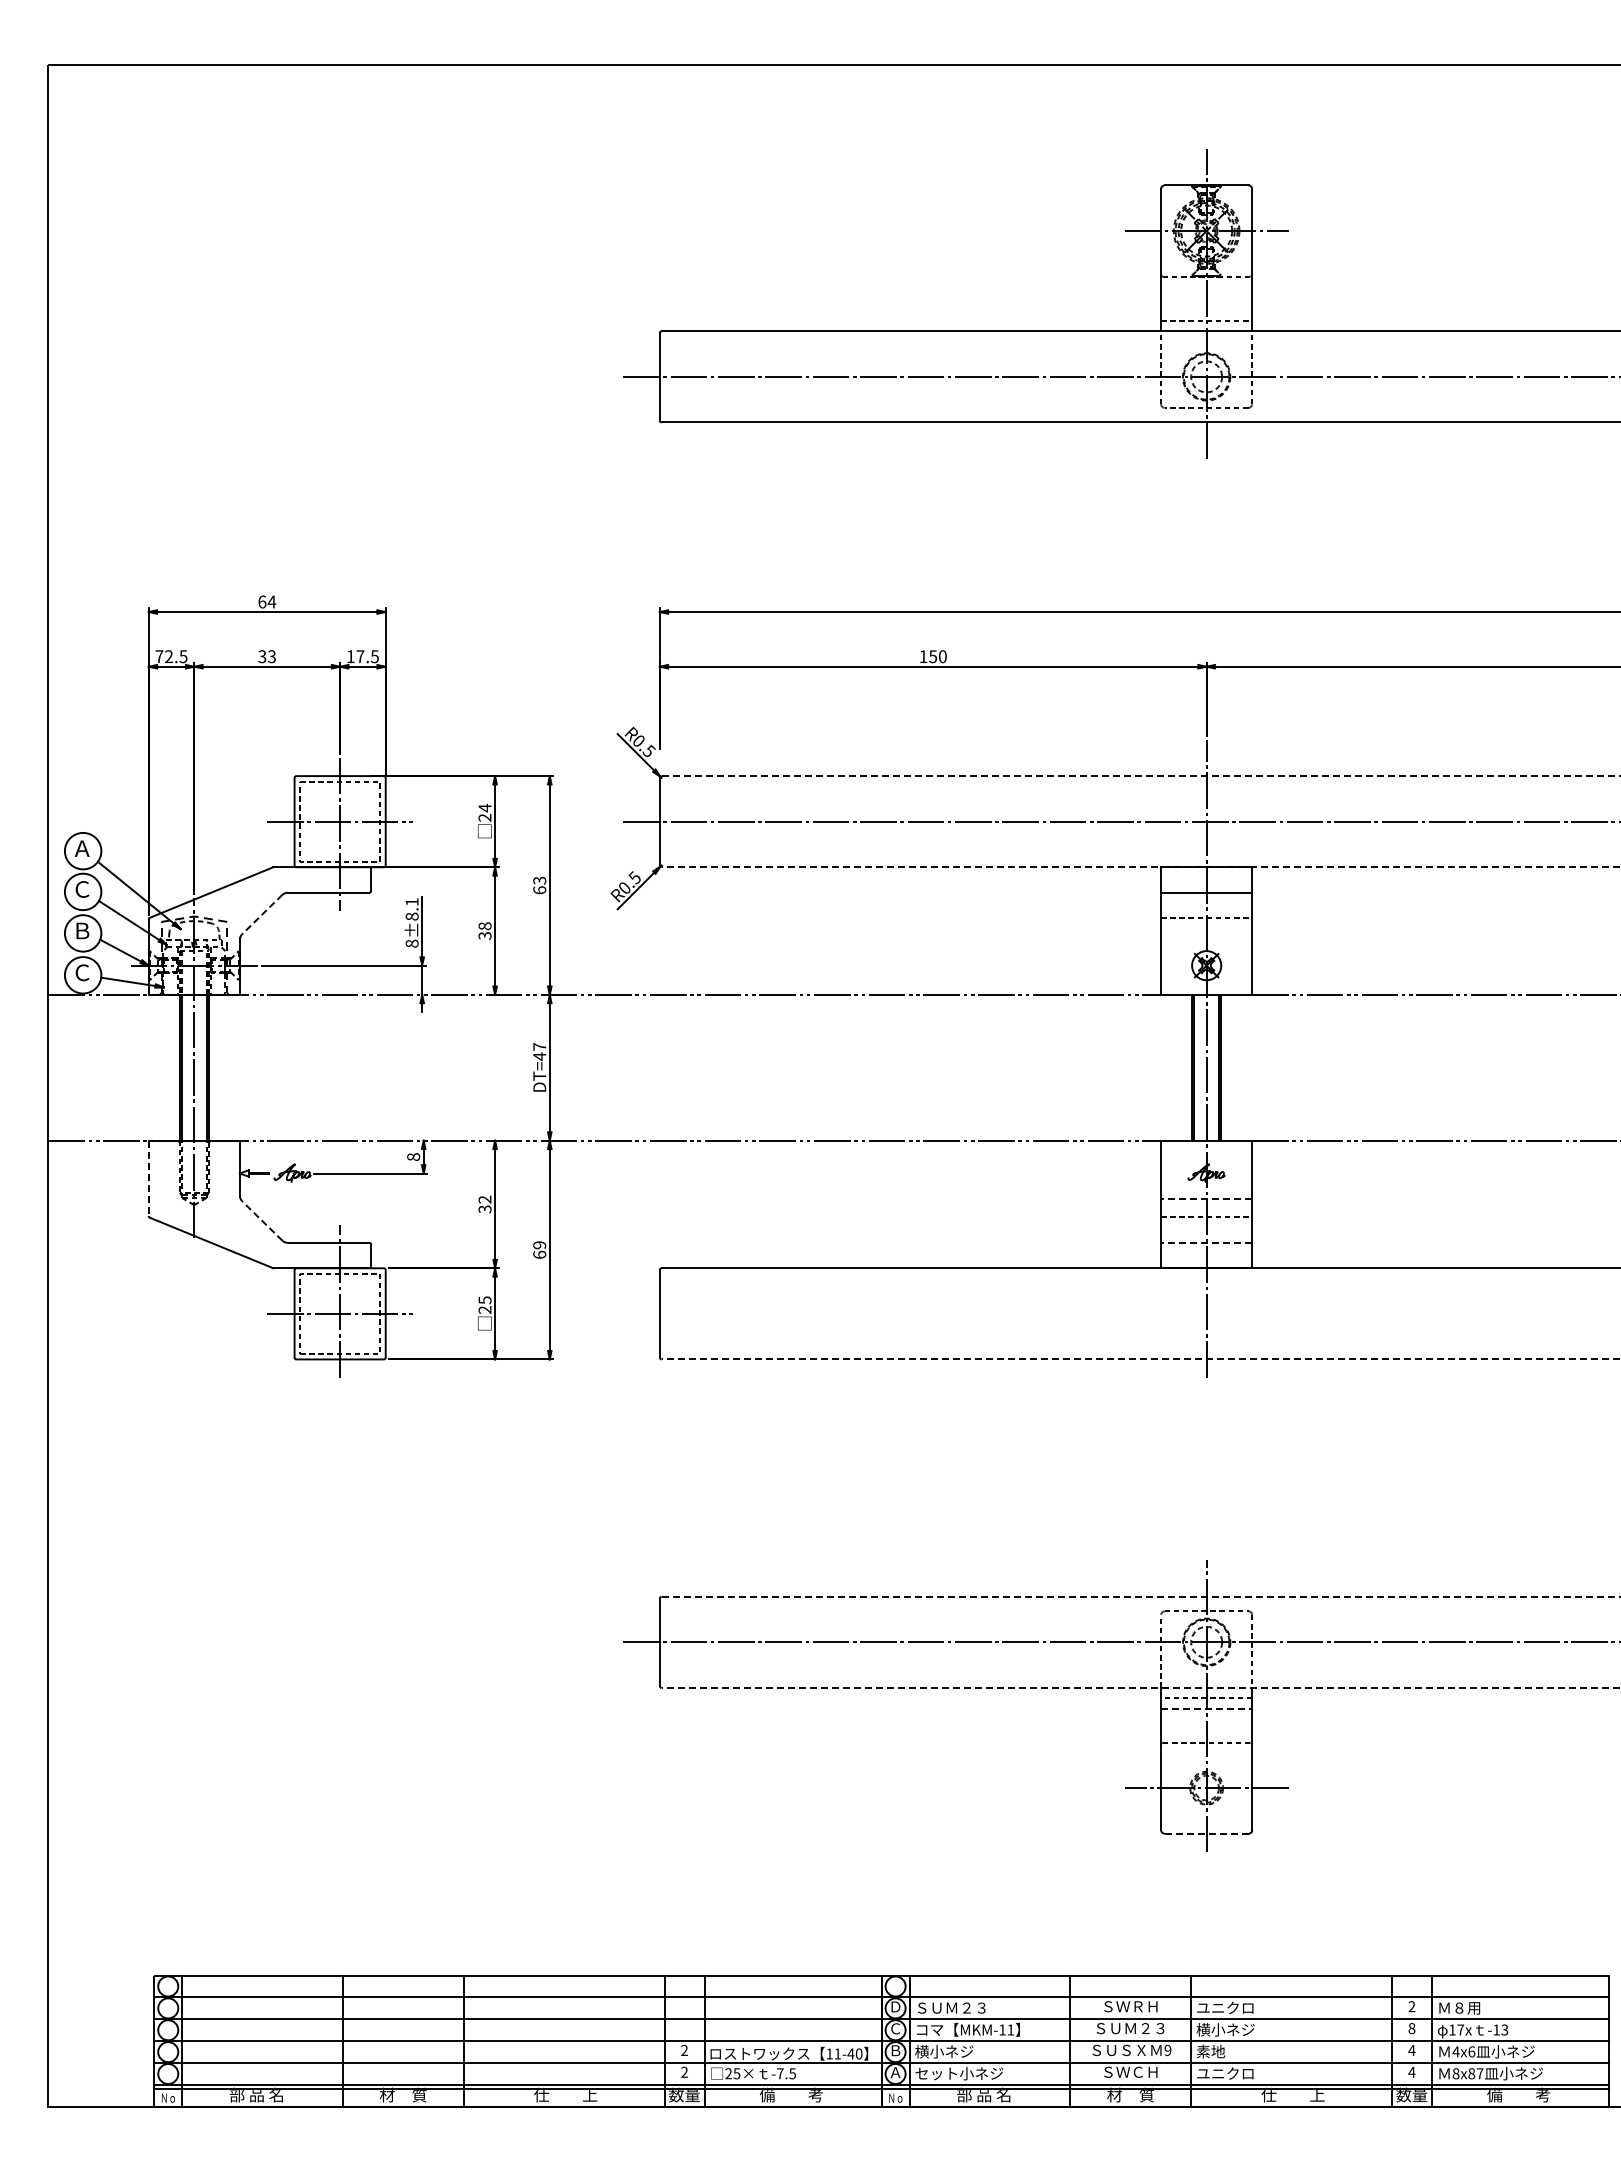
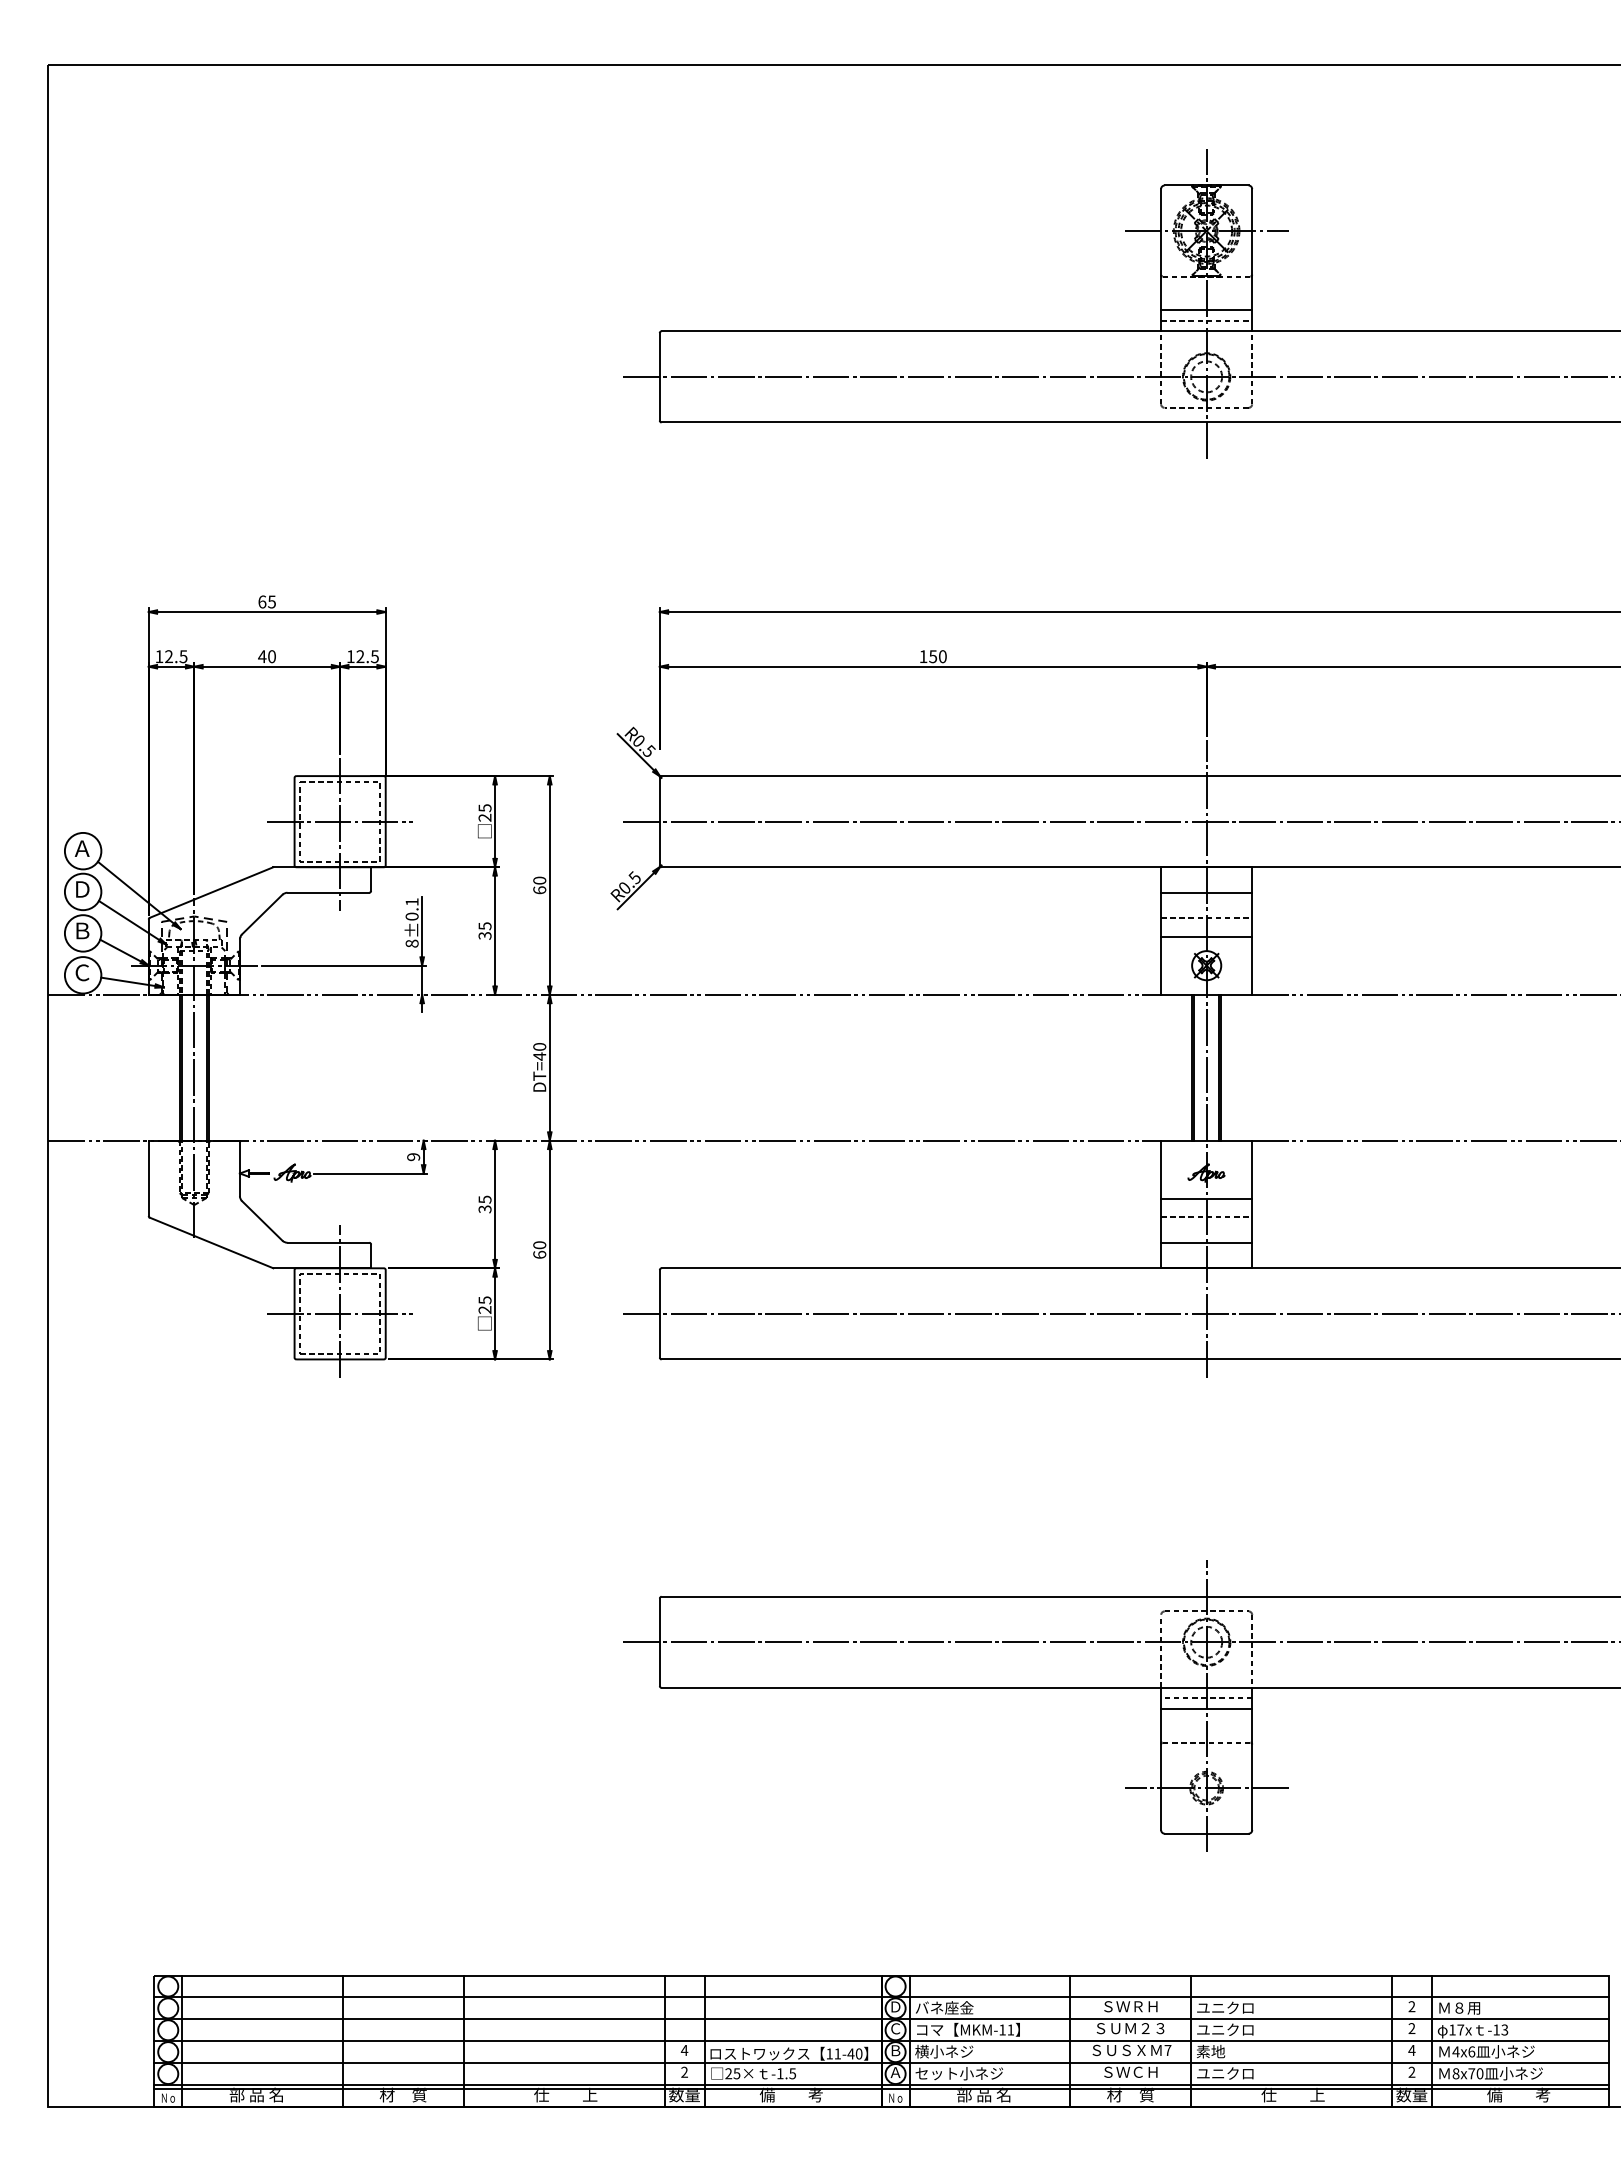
line at (1206, 310): none -> present
text at (271, 601): 64 -> 65
text at (159, 656): 72.5 -> 12.5
text at (266, 656): 33 -> 40
text at (360, 656): 17.5 -> 12.5
line at (1141, 776): dashed -> solid
text at (484, 807): 24 -> 25
line at (1140, 867): dashed -> solid
text at (539, 880): 63 -> 60
text at (82, 889): Ｃ -> Ｄ
line at (261, 914): dashed -> solid
text at (412, 916): 8±8.1 -> 8±0.1
text at (484, 926): 38 -> 35
line at (1206, 936): none -> present
text at (539, 1046): DT=47 -> DT=40
text at (413, 1157): 8 -> 9
line at (148, 1178): dashed -> solid
text at (484, 1199): 32 -> 35
line at (1206, 1199): dashed -> solid
line at (261, 1220): dashed -> solid
line at (1206, 1242): dashed -> solid
text at (539, 1245): 69 -> 60
line at (1120, 1313): none -> present
line at (1140, 1359): dashed -> solid
line at (1141, 1596): dashed -> solid
line at (1140, 1687): dashed -> solid
line at (1206, 1709): dashed -> solid
line at (1206, 1833): dashed -> solid
text at (950, 2007): ＳＵＭ２３ -> バネ座金
text at (1411, 2028): 8 -> 2
text at (1225, 2029): 横小ネジ -> ユニクロ
text at (684, 2049): 2 -> 4
text at (1167, 2050): 9 -> 7
text at (1411, 2071): 4 -> 2
text at (780, 2073): -7.5 -> -1.5
text at (1475, 2073): 8x87 -> 8x70
